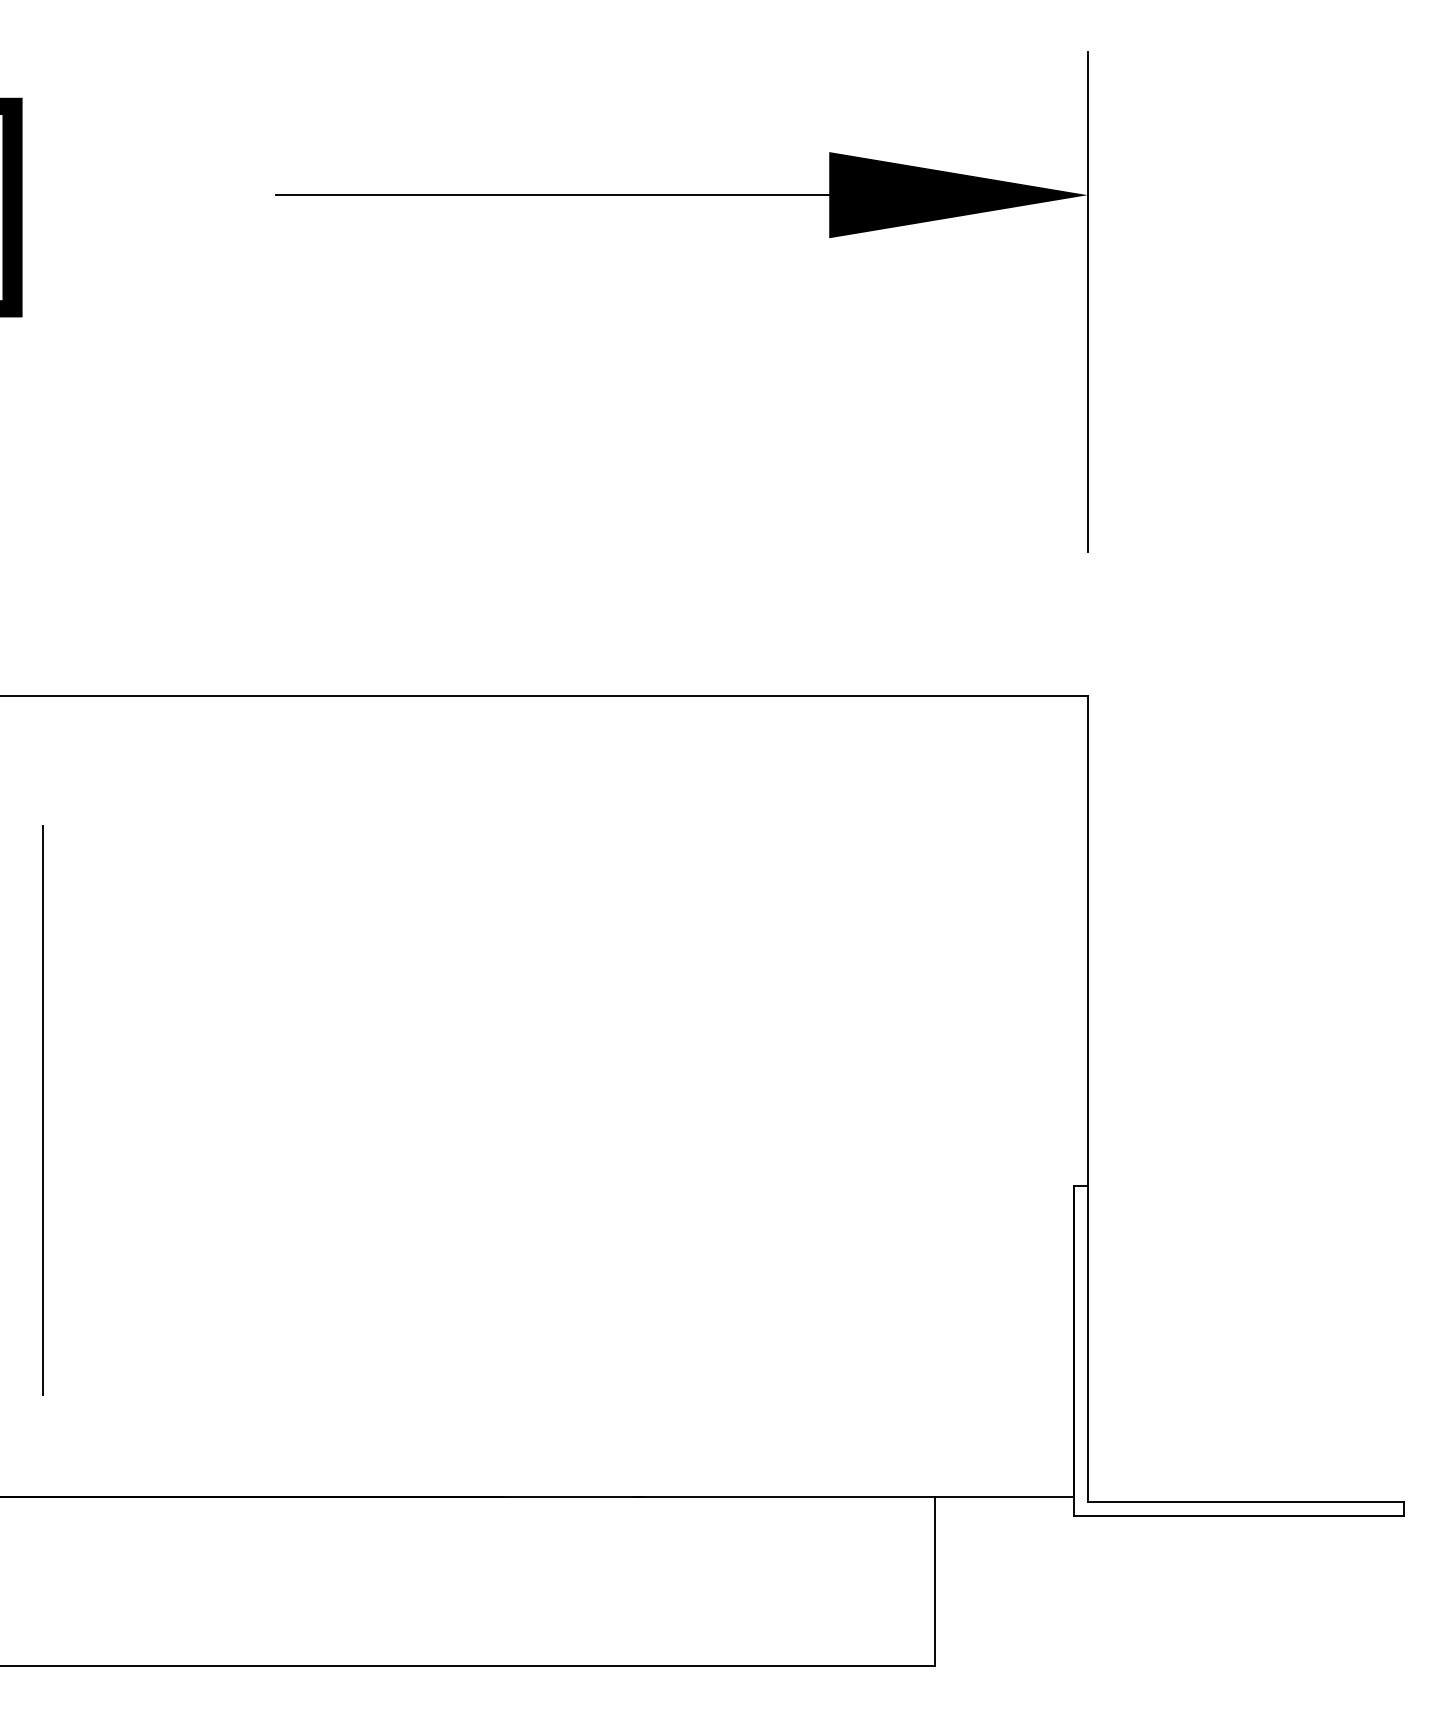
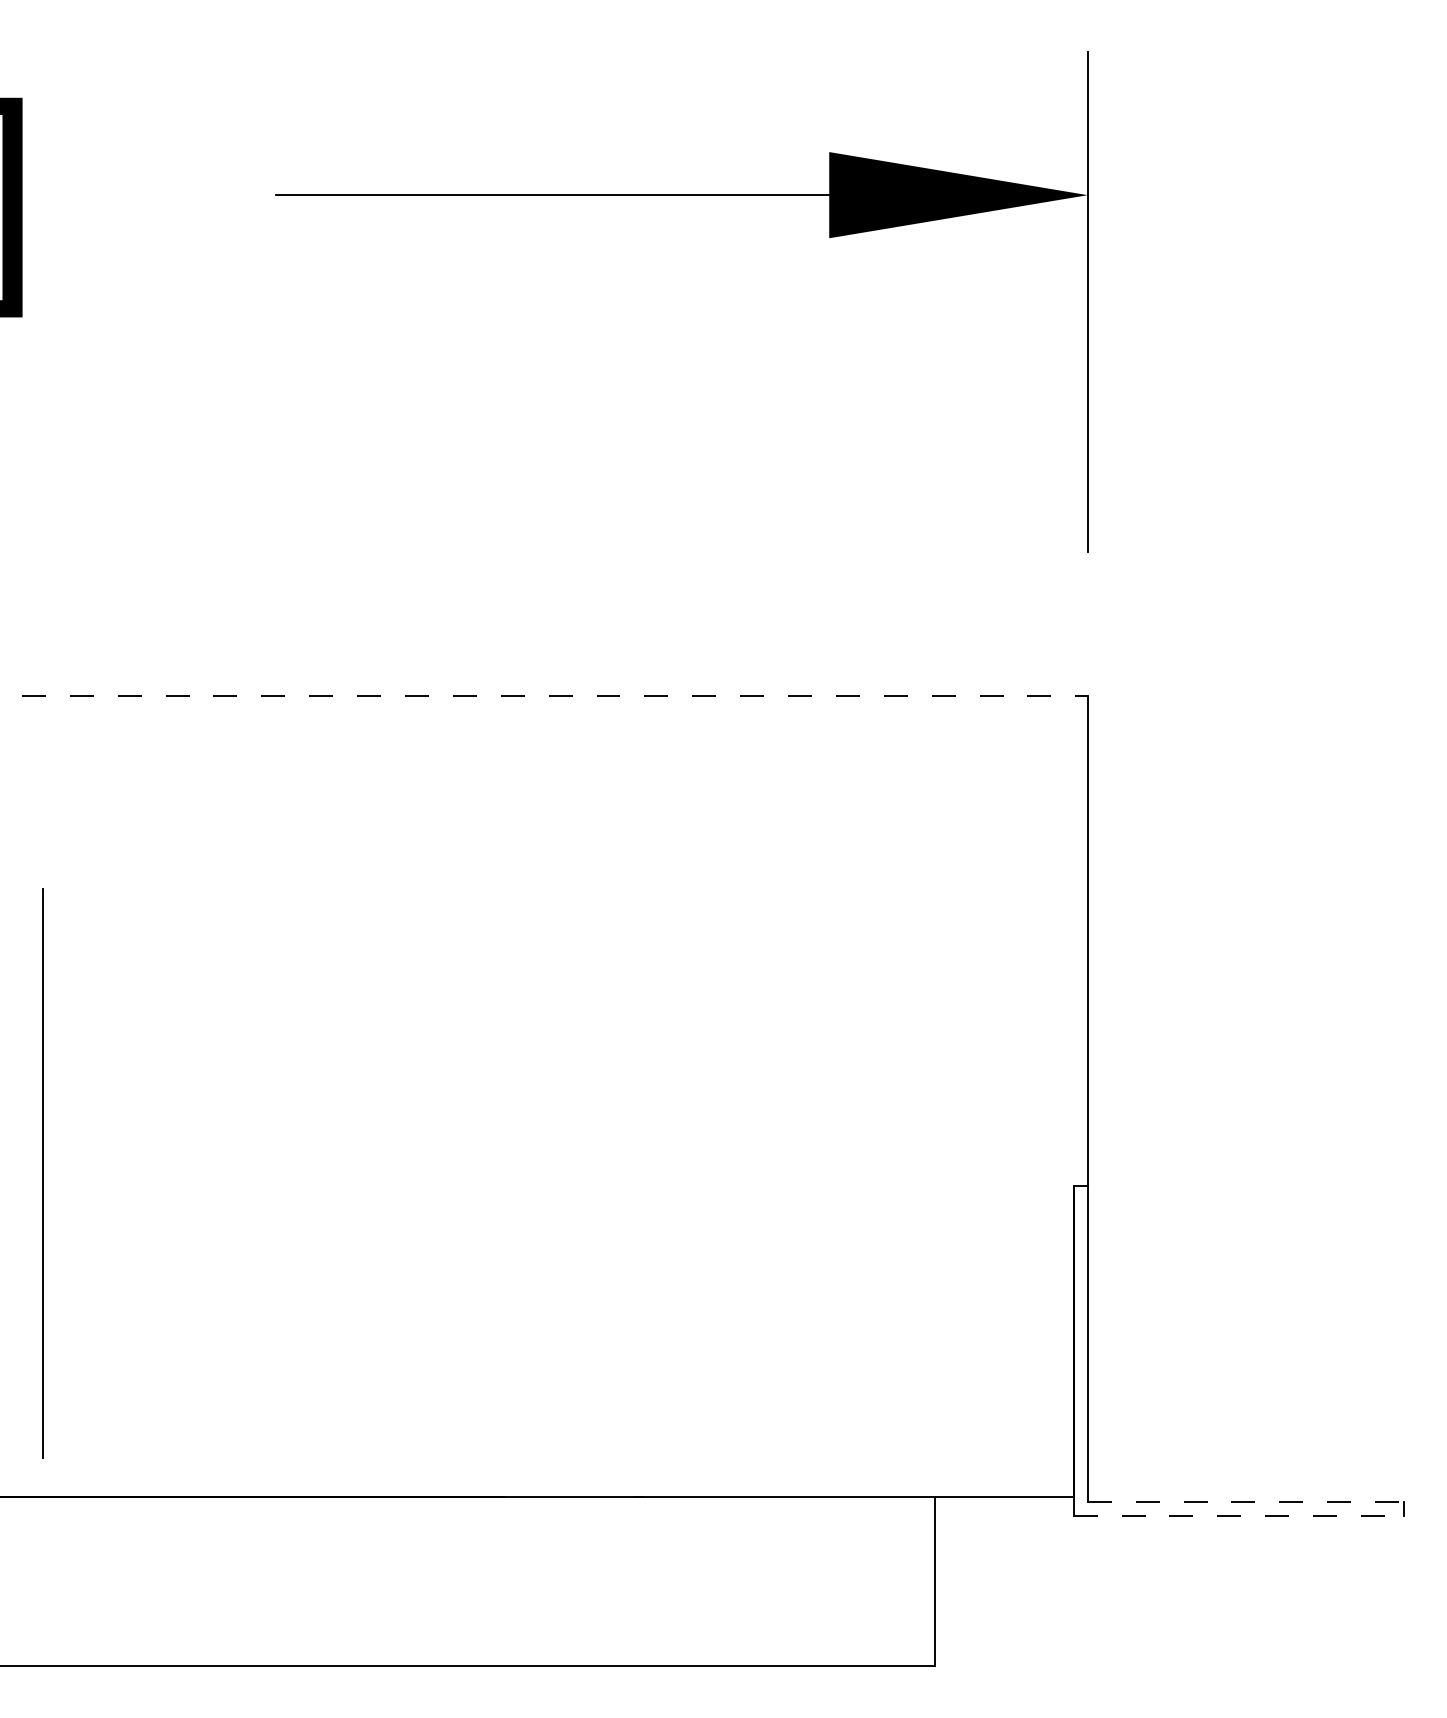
line at (543, 695): solid -> dashed
line at (42, 1110) position: (42, 1110) -> (42, 1173)
line at (1245, 1501): solid -> dashed
line at (1238, 1515): solid -> dashed
